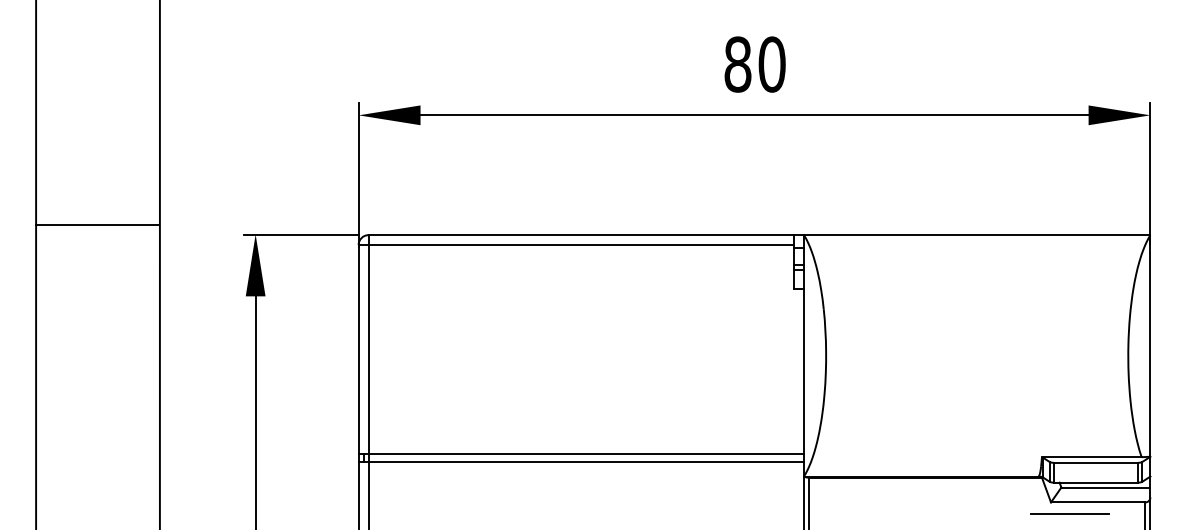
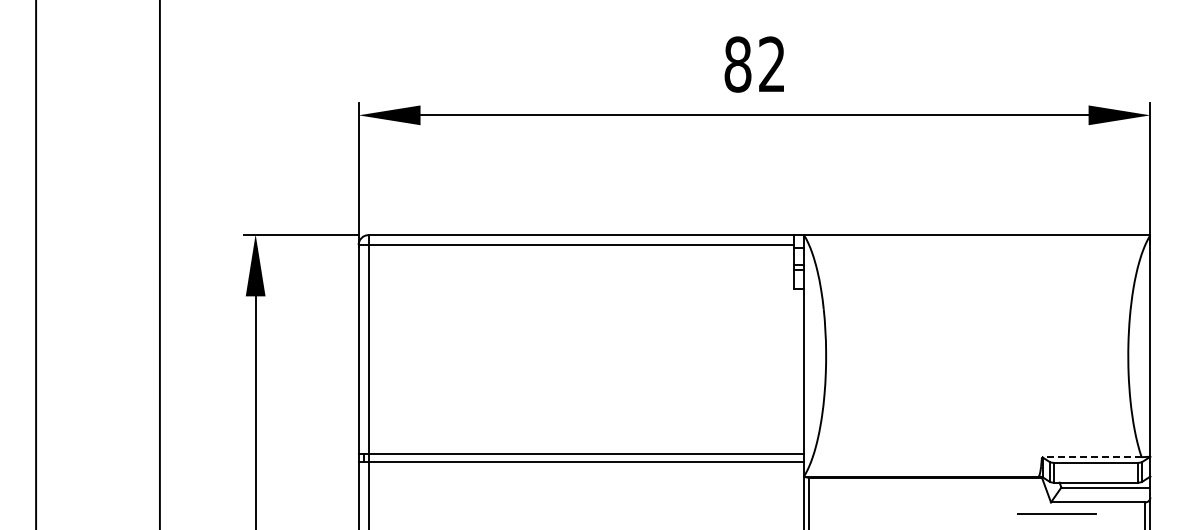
text at (771, 64): 80 -> 82
line at (97, 225): present -> none
line at (1091, 457): solid -> dashed
line at (1069, 513) position: (1069, 513) -> (1056, 513)
